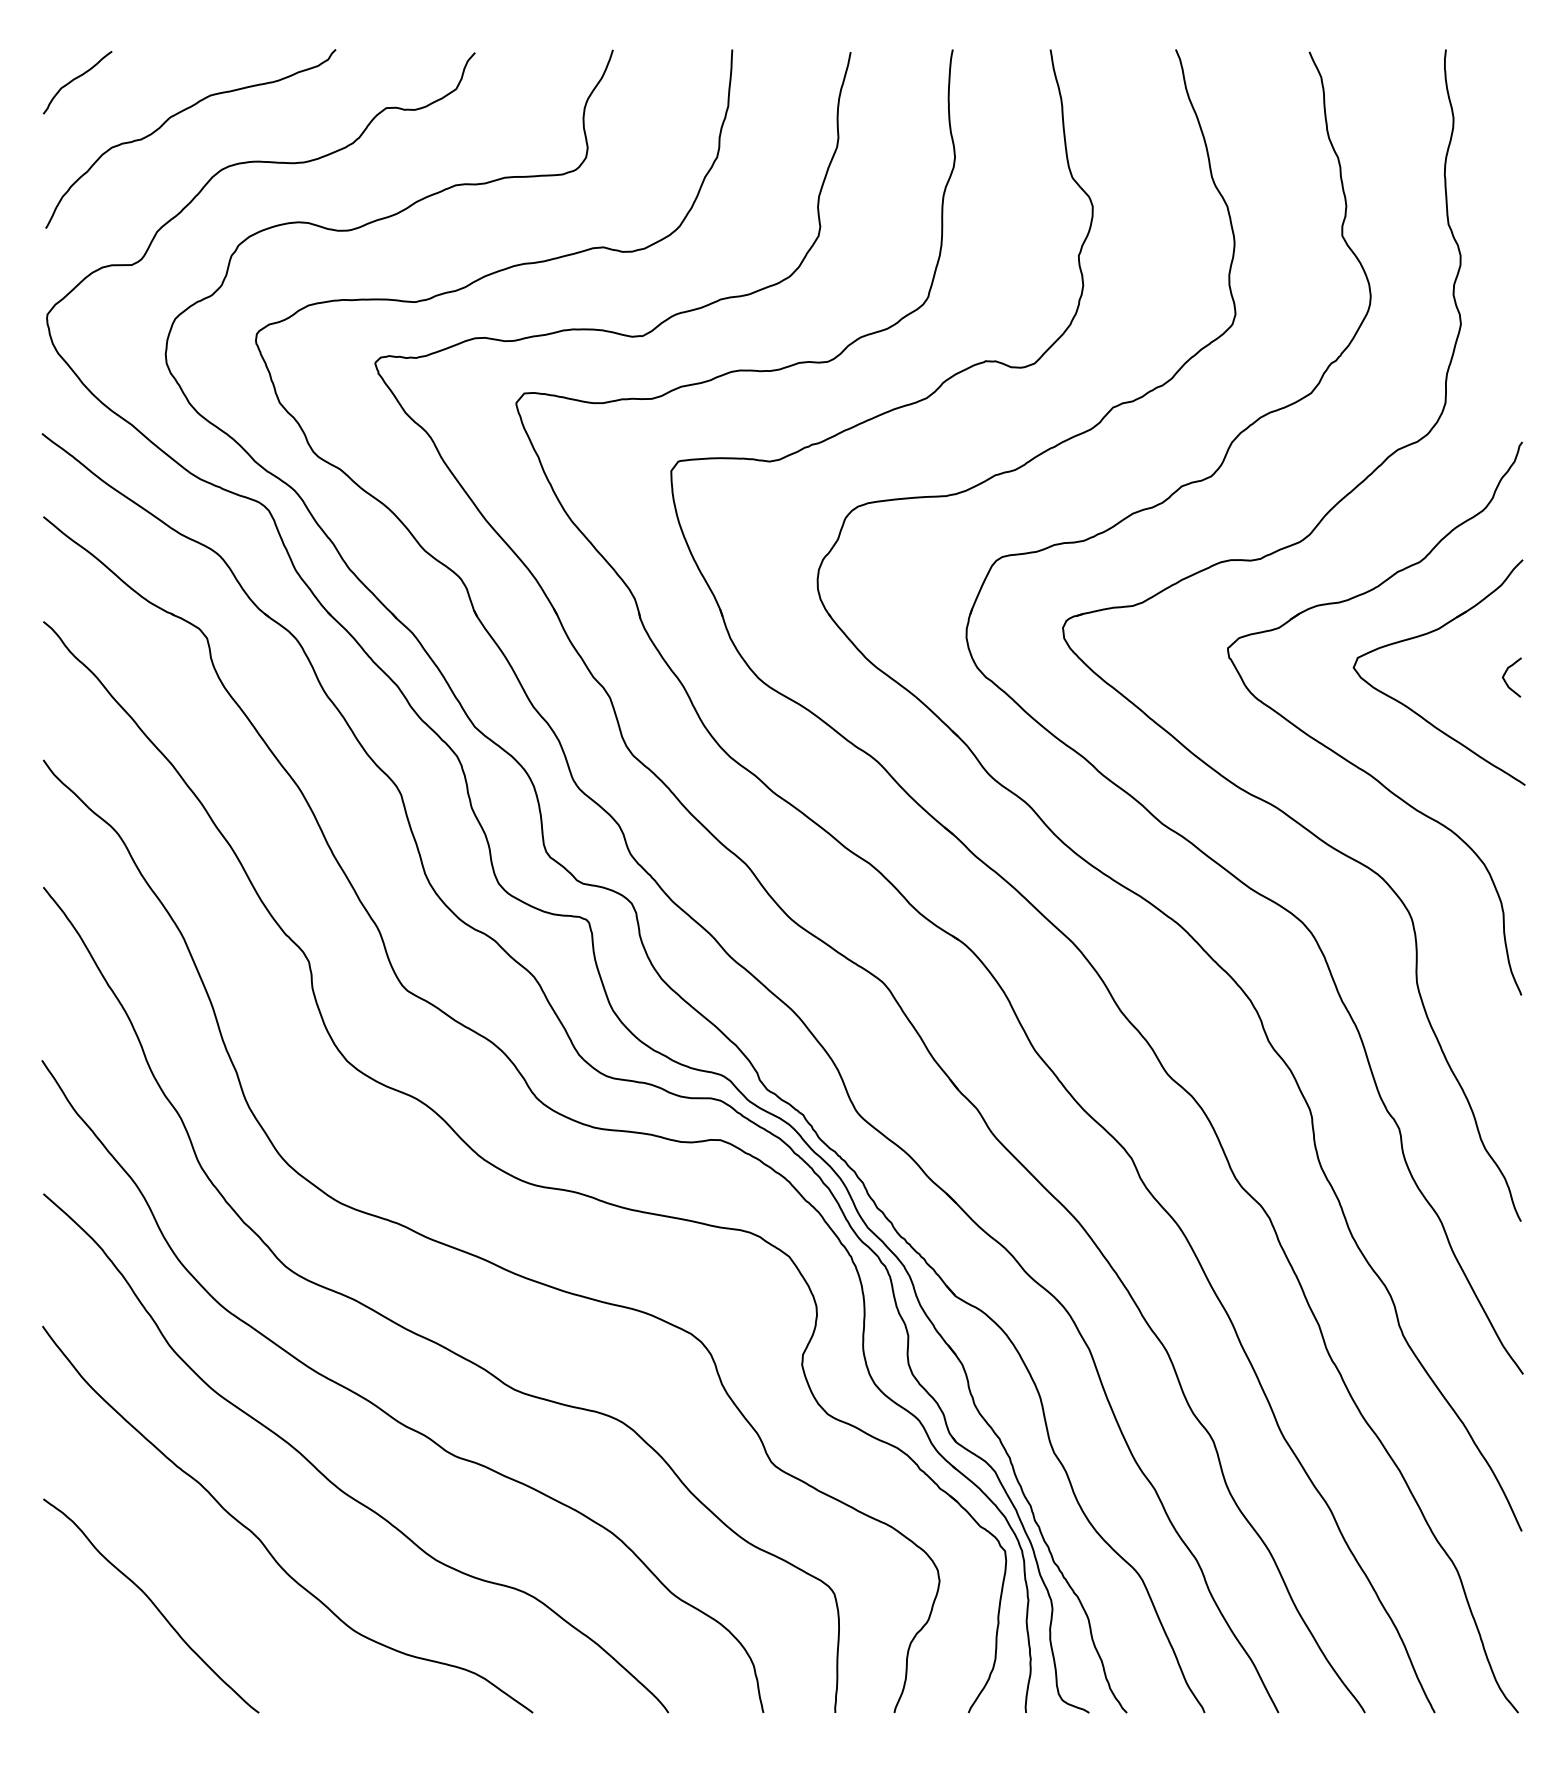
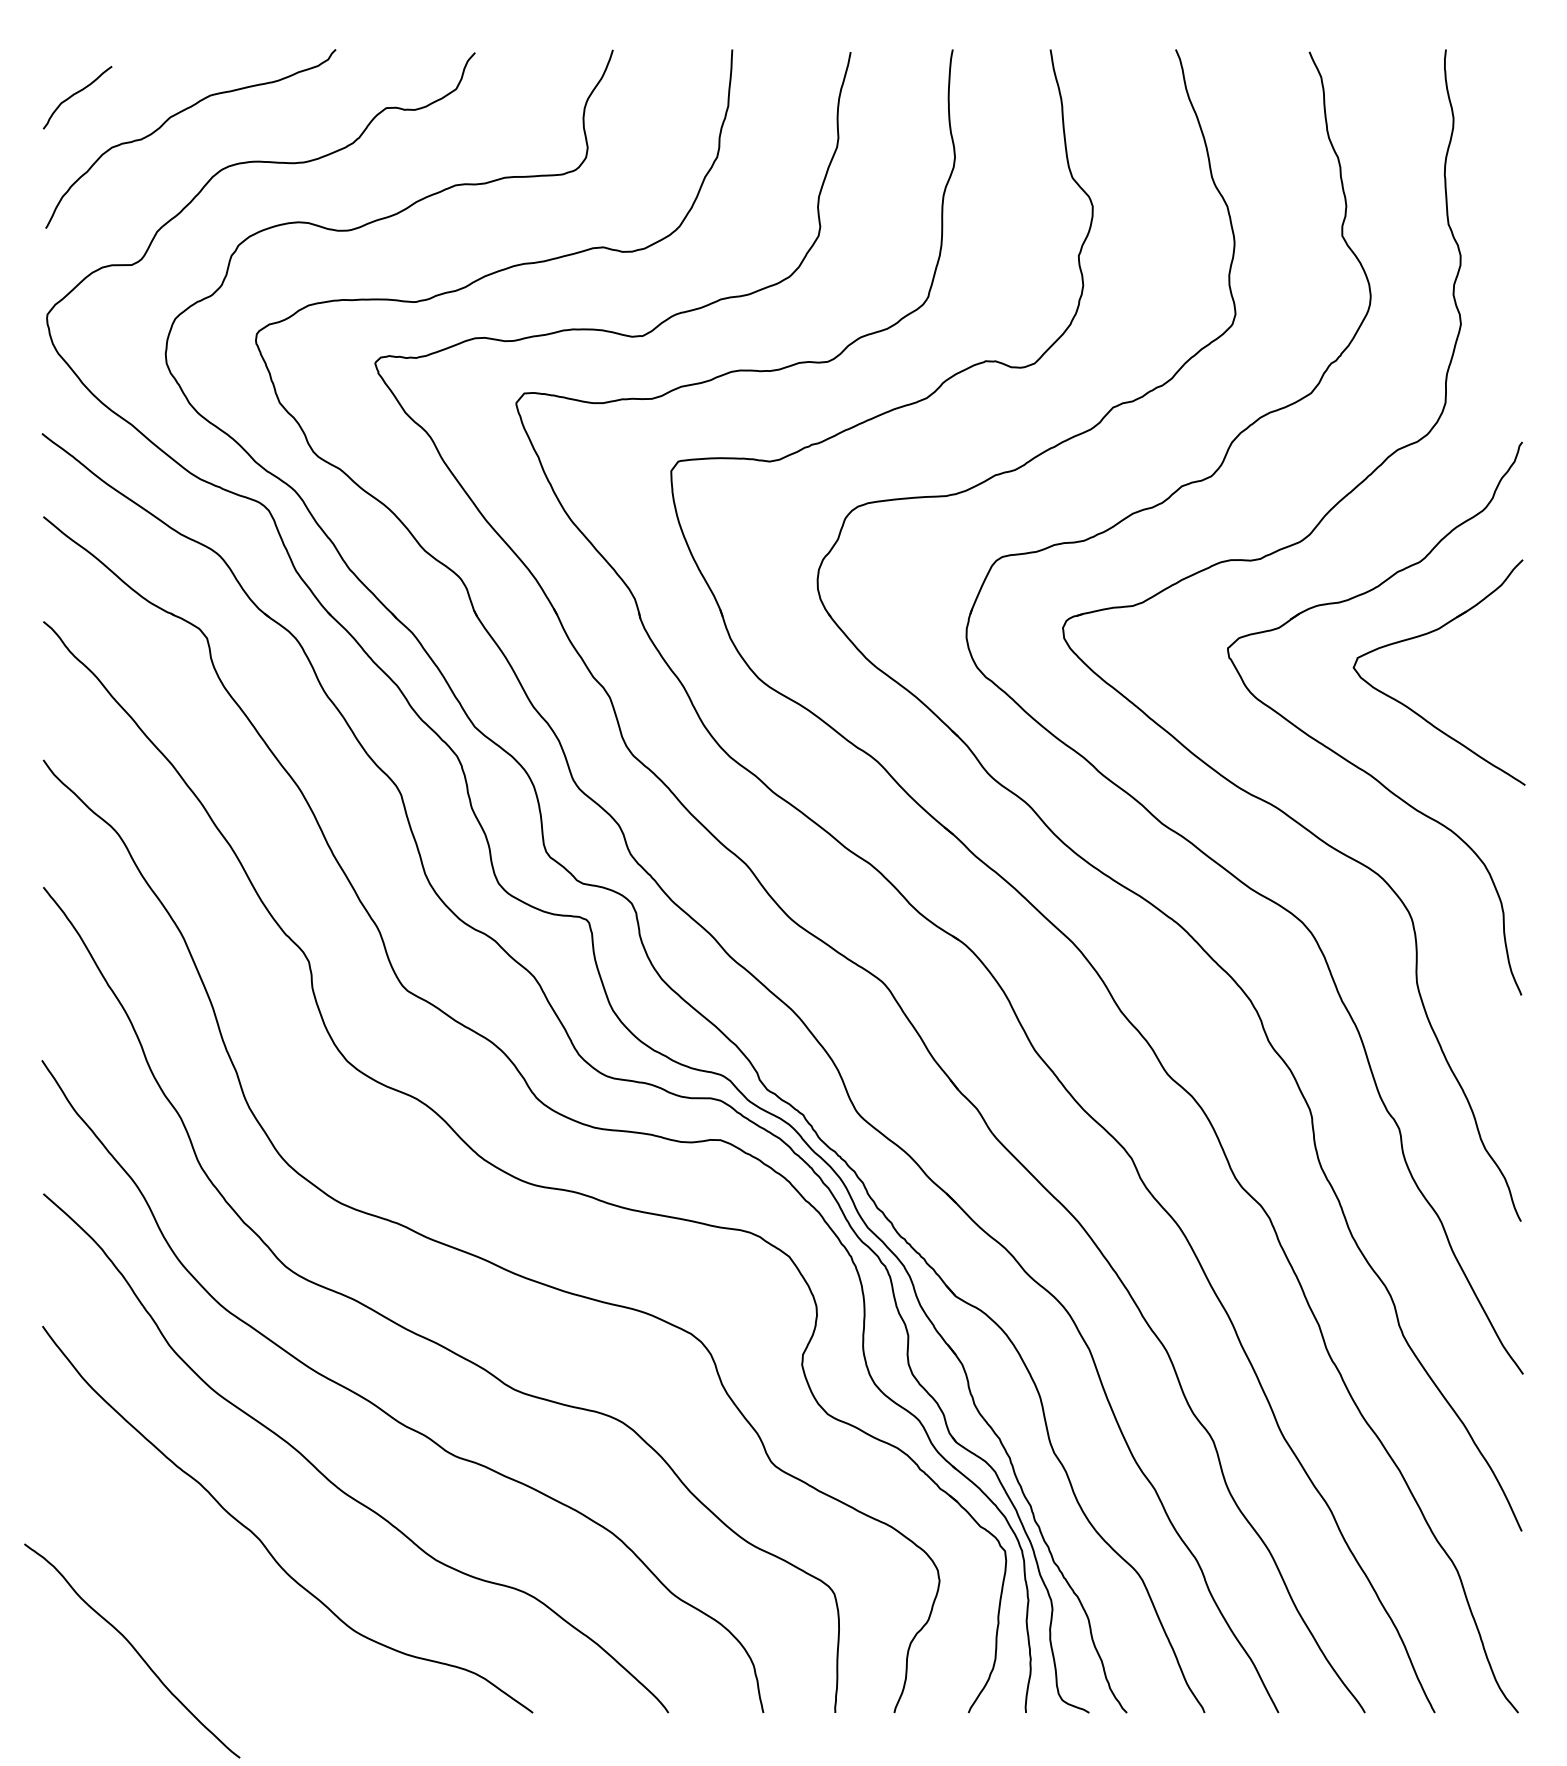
curve at (76, 79) position: (76, 79) -> (76, 94)
curve at (1505, 679): present -> none
curve at (152, 1604) position: (152, 1604) -> (133, 1649)
